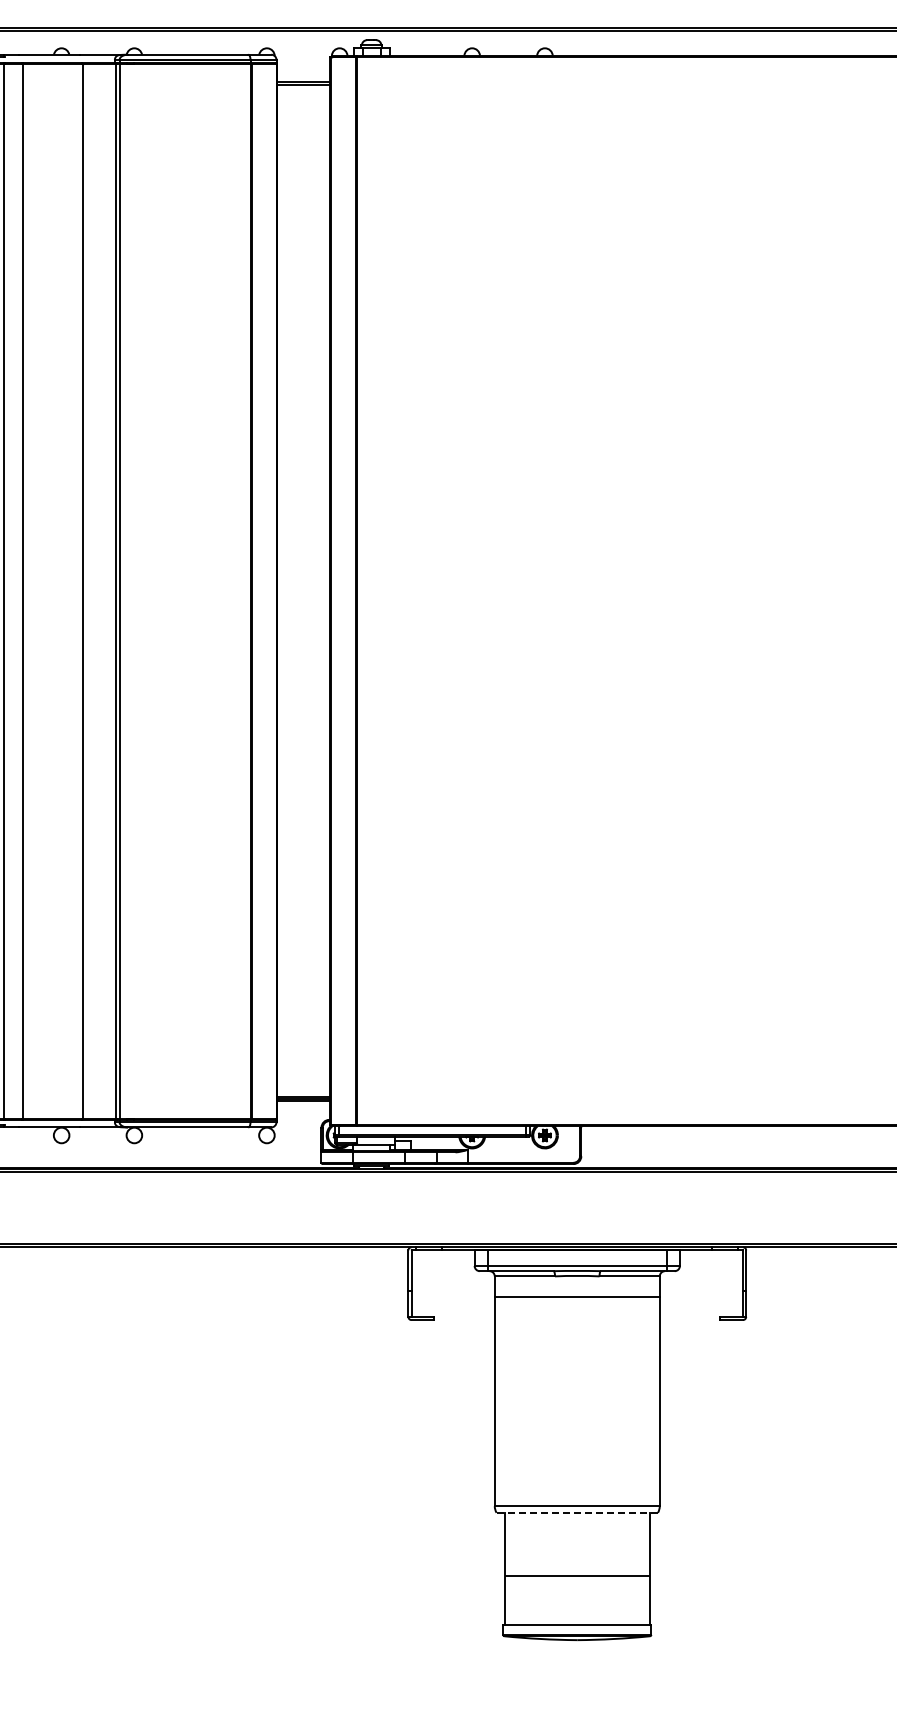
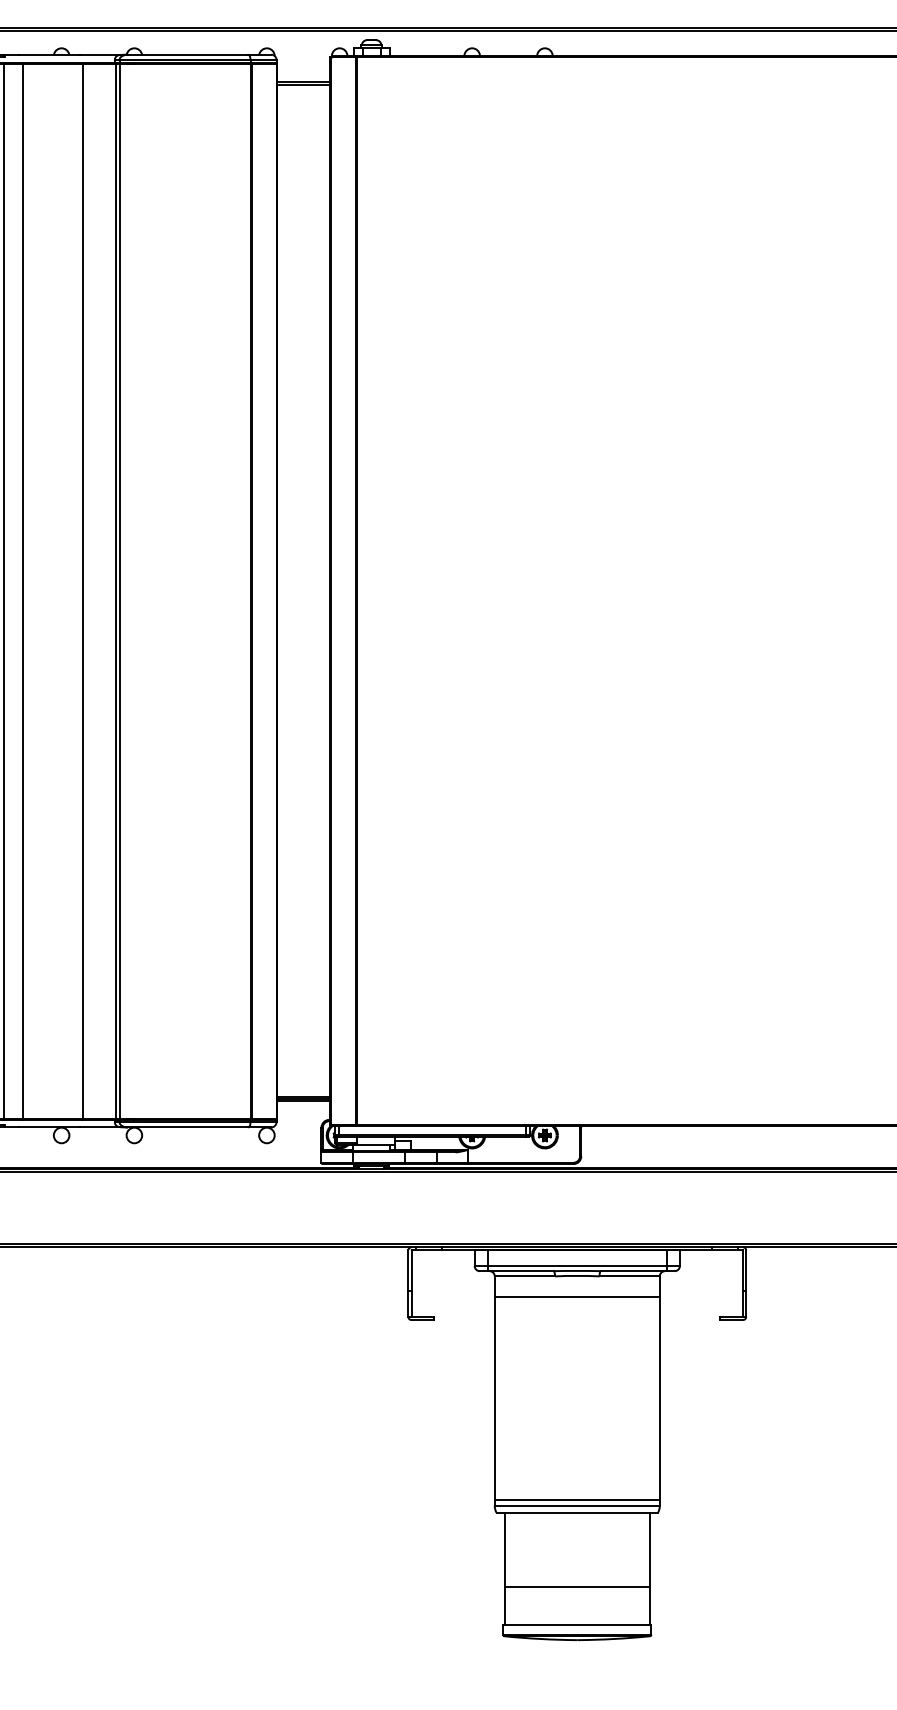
line at (577, 1499): none -> present
line at (577, 1512): dashed -> solid
line at (576, 1575) position: (576, 1575) -> (576, 1586)
